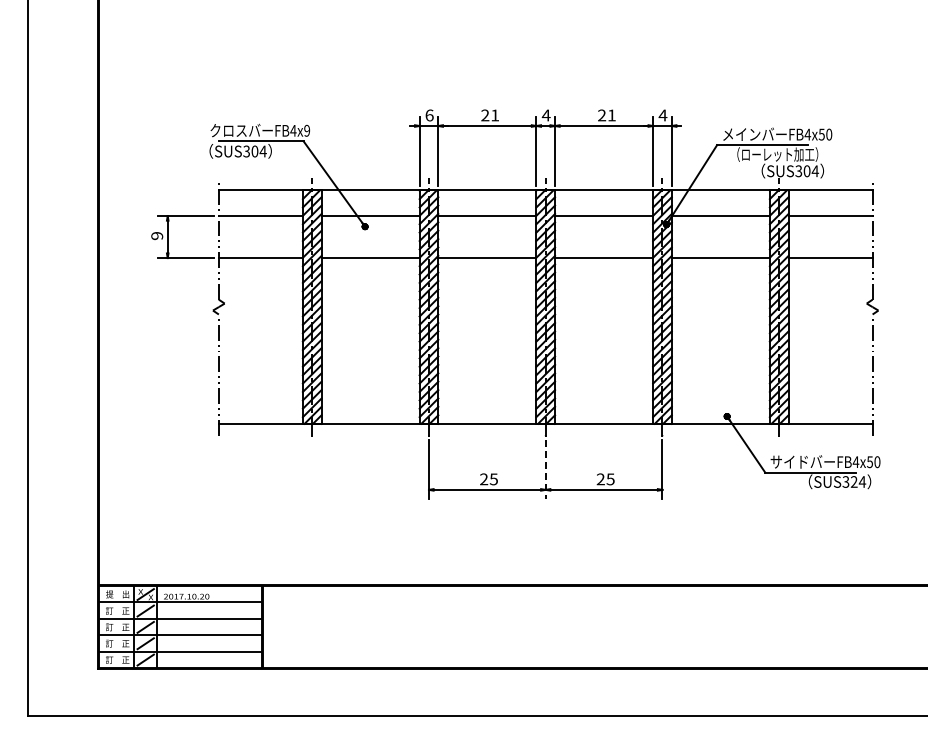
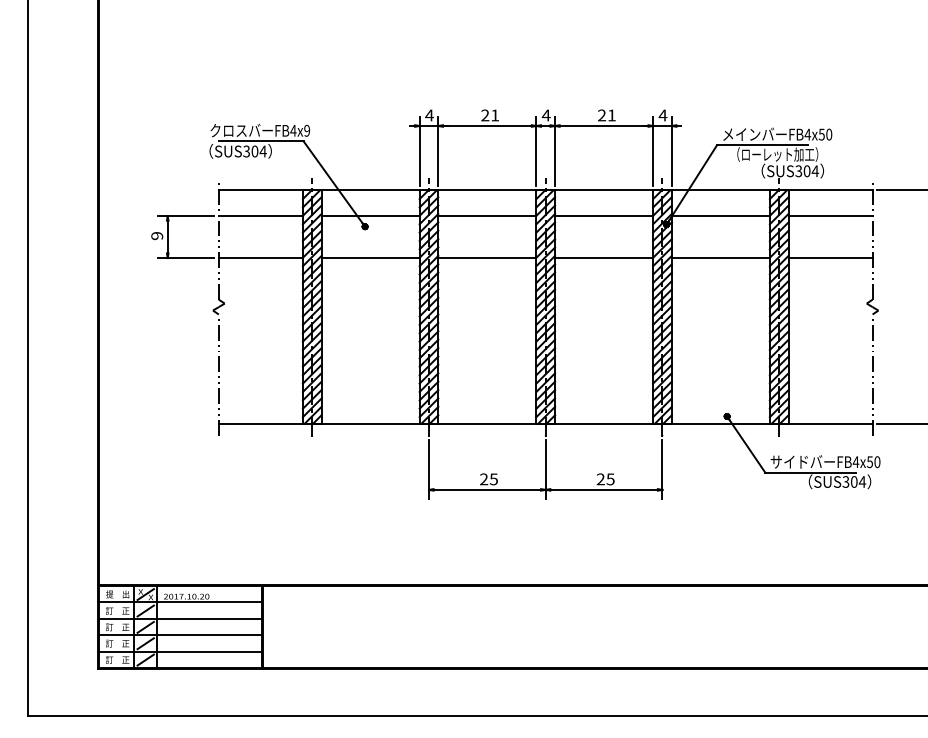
text at (429, 115): 6 -> 4
line at (900, 190): none -> present
line at (900, 423): none -> present
line at (545, 470): dashed -> solid
text at (853, 481): SUS324 -> SUS304
